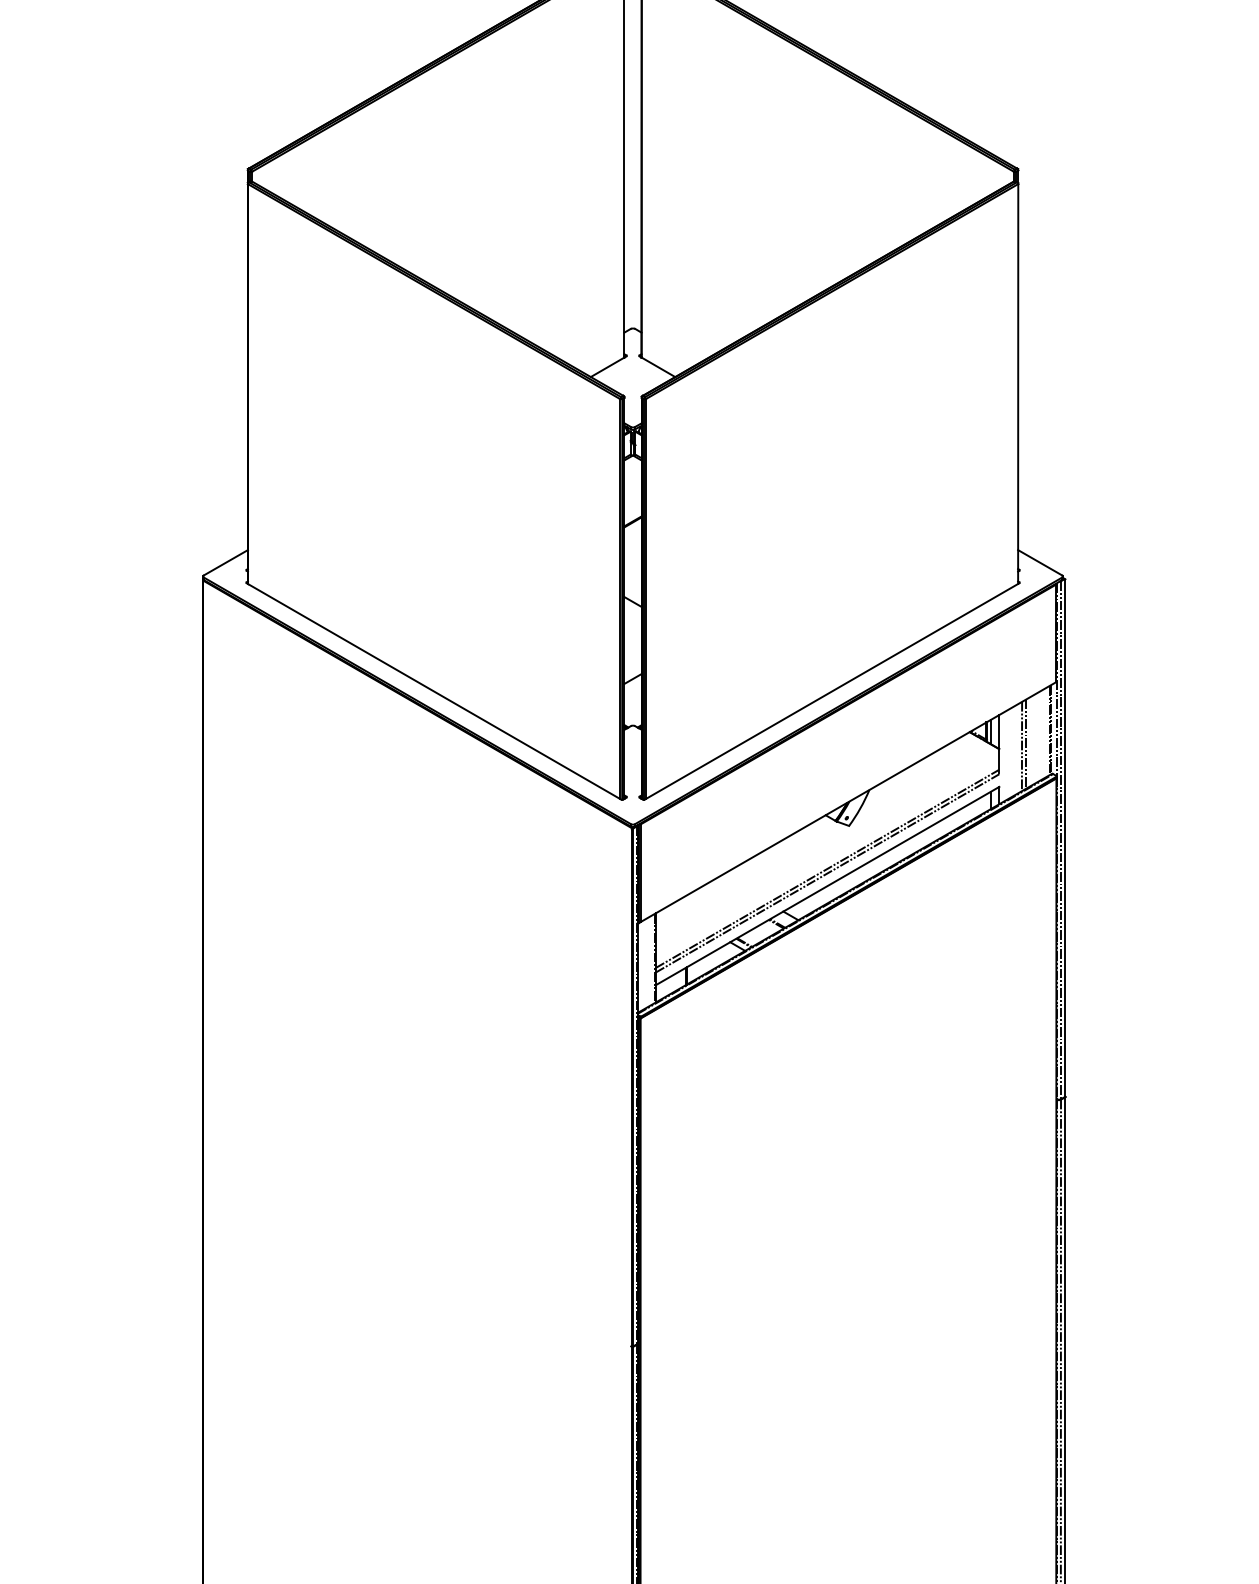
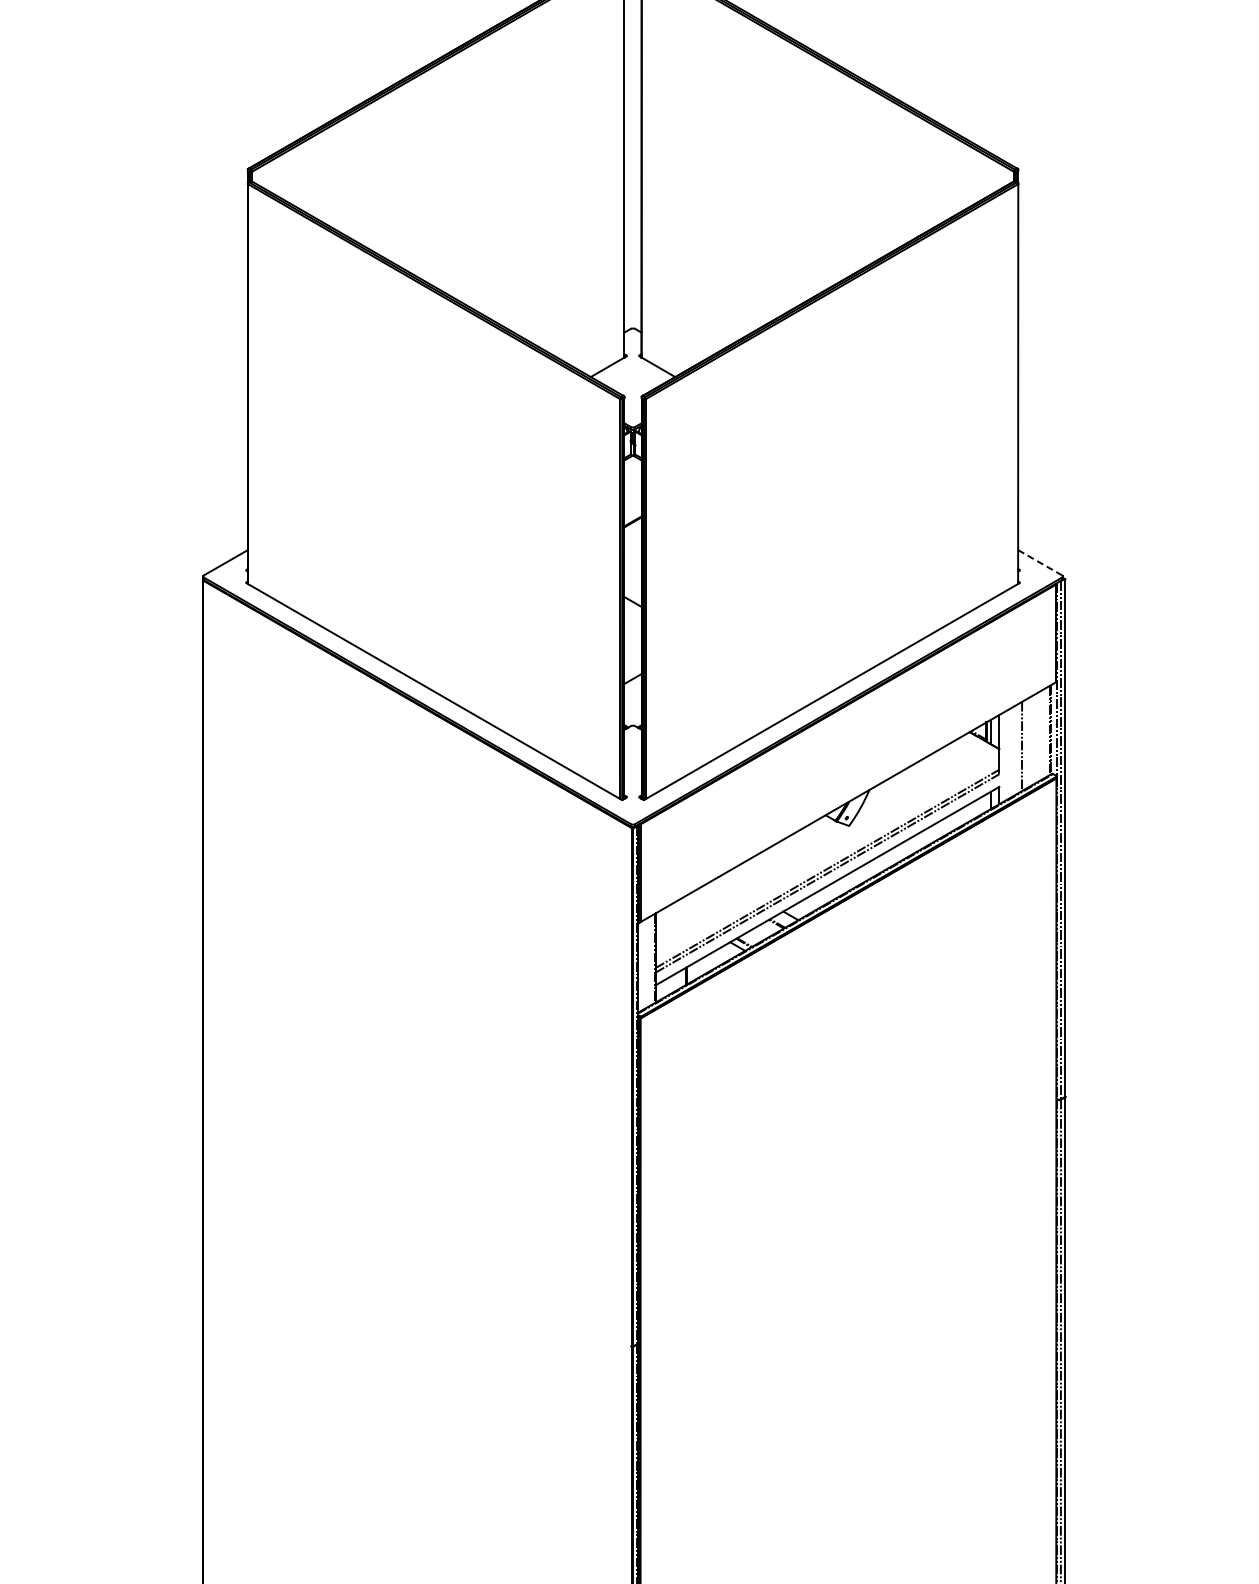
line at (1040, 562): solid -> dashed
line at (1025, 743): present -> none
